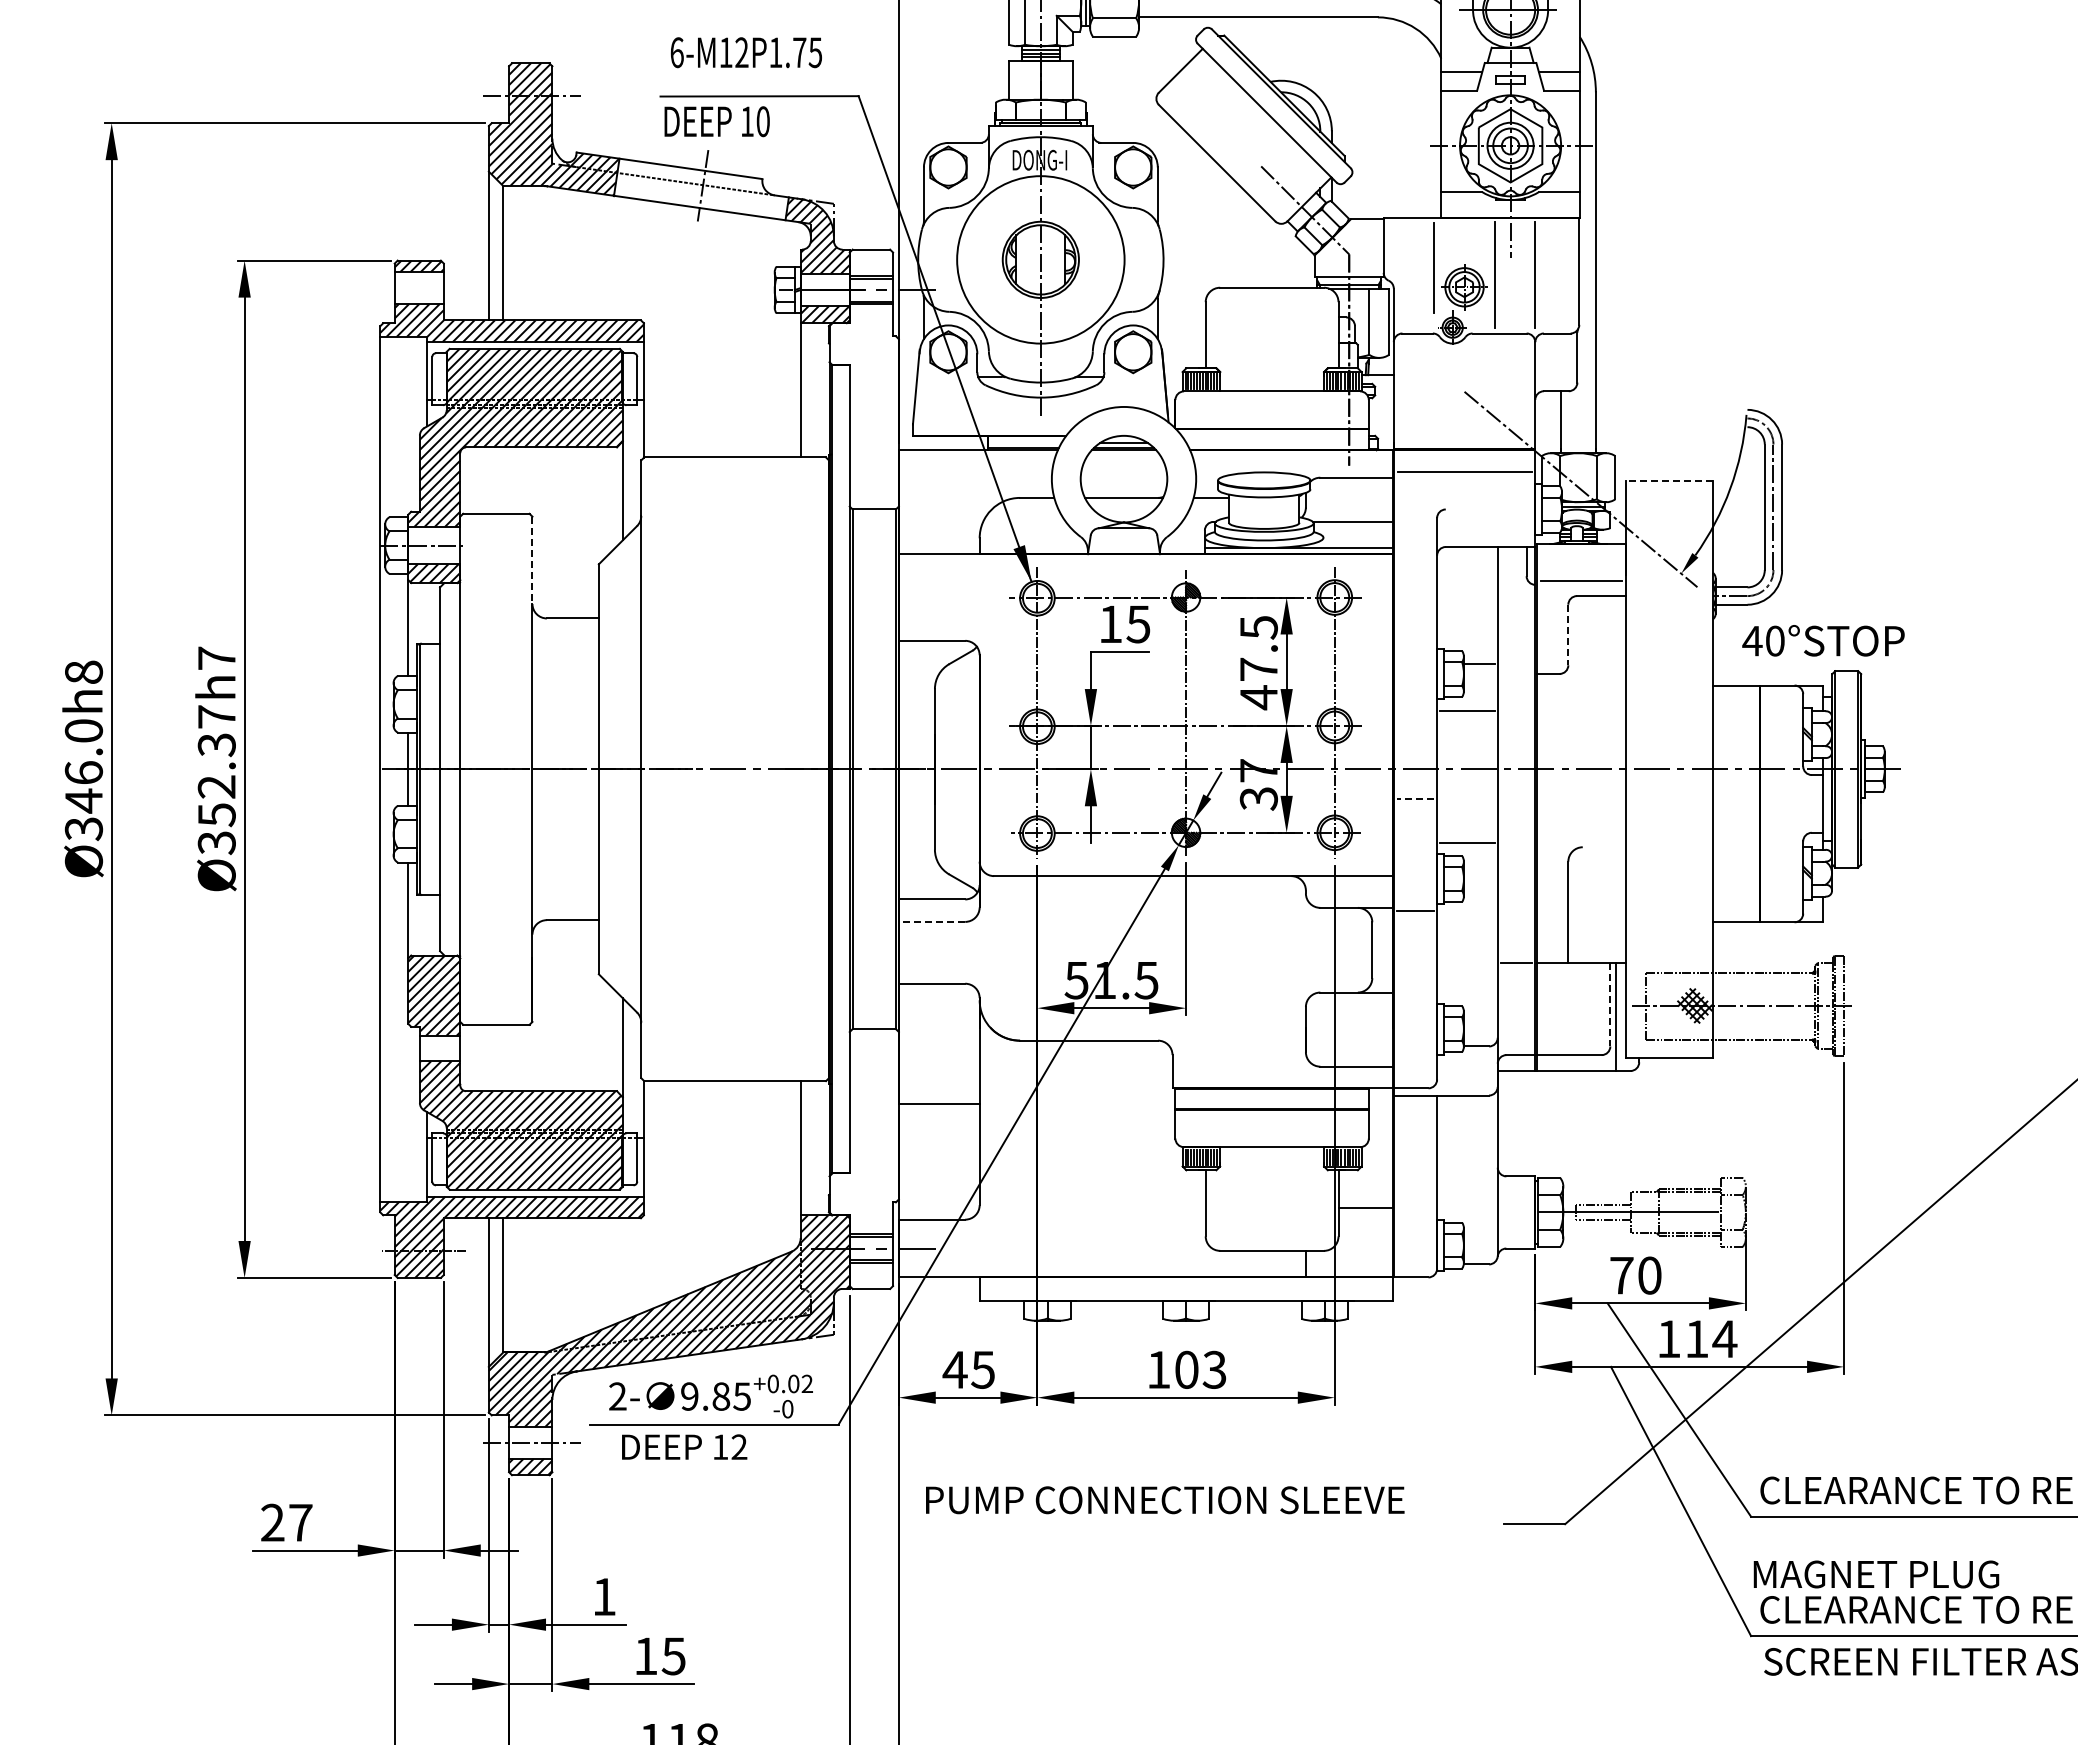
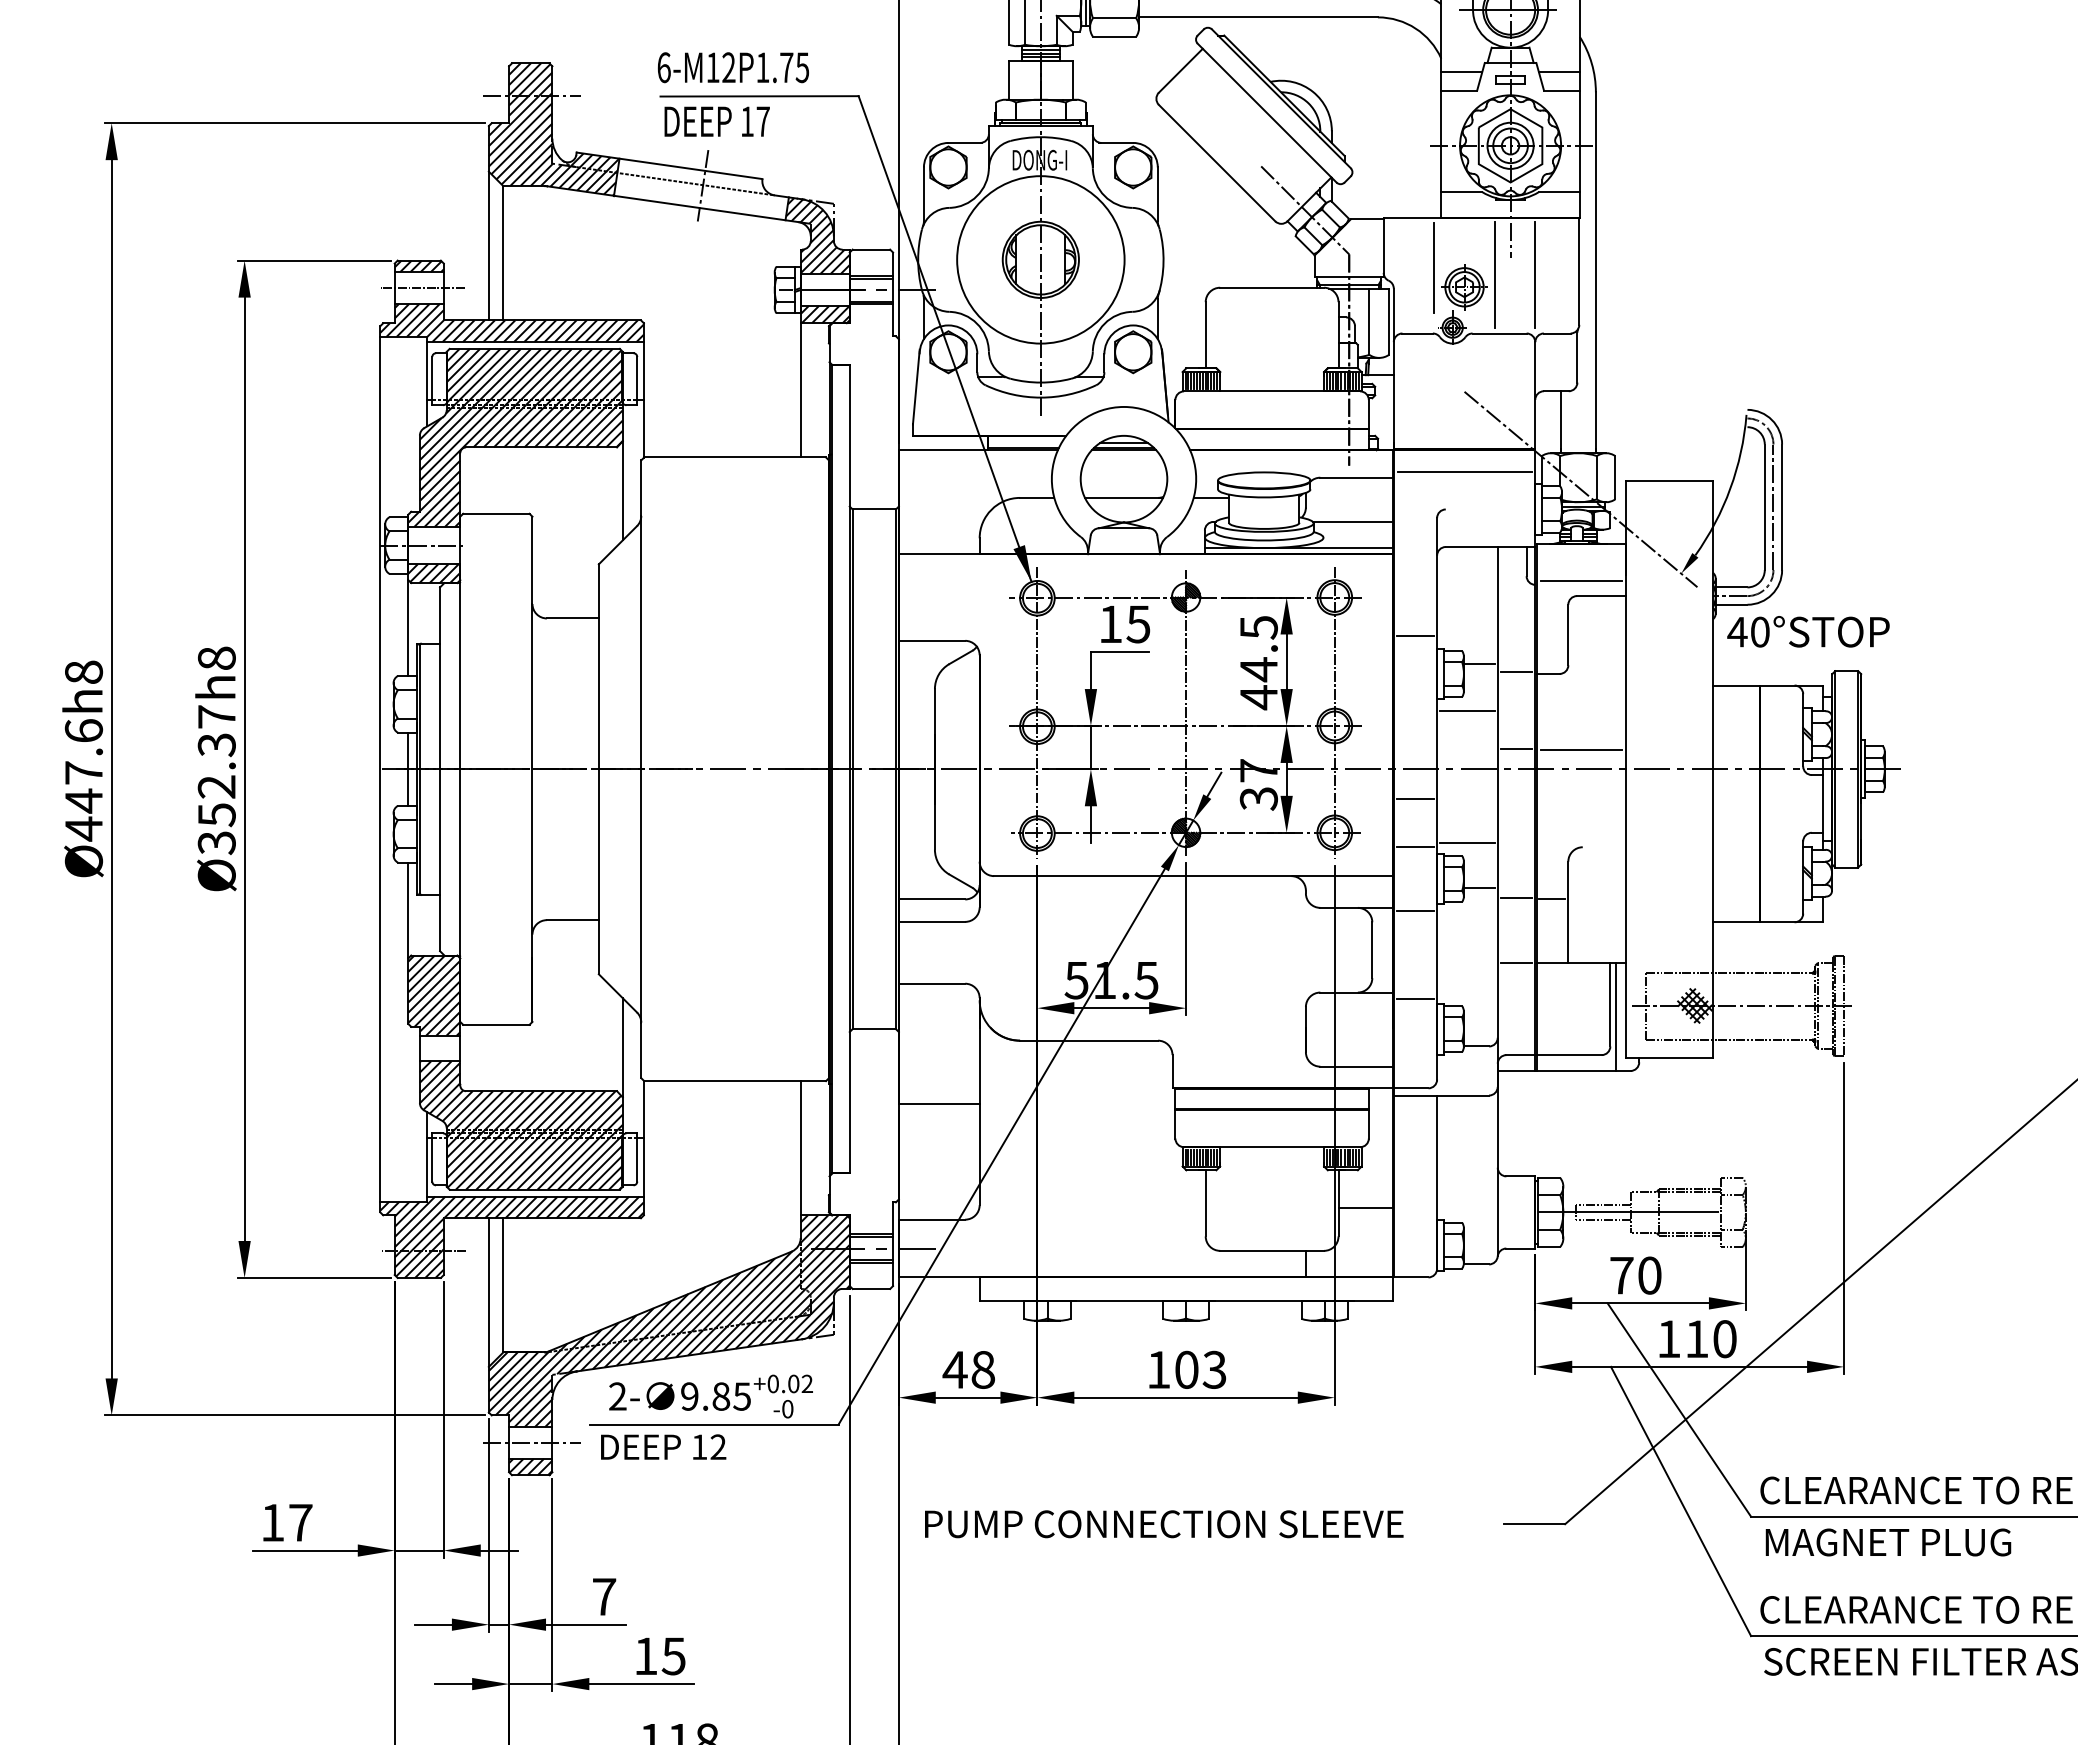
text at (745, 52) position: (745, 52) -> (732, 67)
text at (762, 121): 10 -> 17
line at (422, 288): none -> present
line at (1668, 480): dashed -> solid
line at (532, 560): dashed -> solid
line at (1568, 635): dashed -> solid
line at (1415, 636): none -> present
text at (1823, 640) position: (1823, 640) -> (1808, 631)
text at (216, 657): Ø352.37h7 -> Ø352.37h8
text at (1258, 669): 47.5 -> 44.5
line at (1516, 671): none -> present
line at (1516, 749): none -> present
line at (1580, 749): none -> present
text at (83, 780): Ø346.0h8 -> Ø447.6h8
line at (1415, 798): dashed -> solid
line at (1415, 847): none -> present
line at (1478, 887): none -> present
line at (1516, 897): none -> present
line at (1552, 899): none -> present
line at (931, 921): dashed -> solid
line at (1415, 998): none -> present
line at (1610, 1004): dashed -> solid
text at (1724, 1339): 114 -> 110
text at (983, 1369): 45 -> 48
text at (684, 1446) position: (684, 1446) -> (663, 1446)
text at (1165, 1500) position: (1165, 1500) -> (1164, 1524)
text at (272, 1522): 27 -> 17
text at (1876, 1574) position: (1876, 1574) -> (1888, 1542)
text at (604, 1596): 1 -> 7
